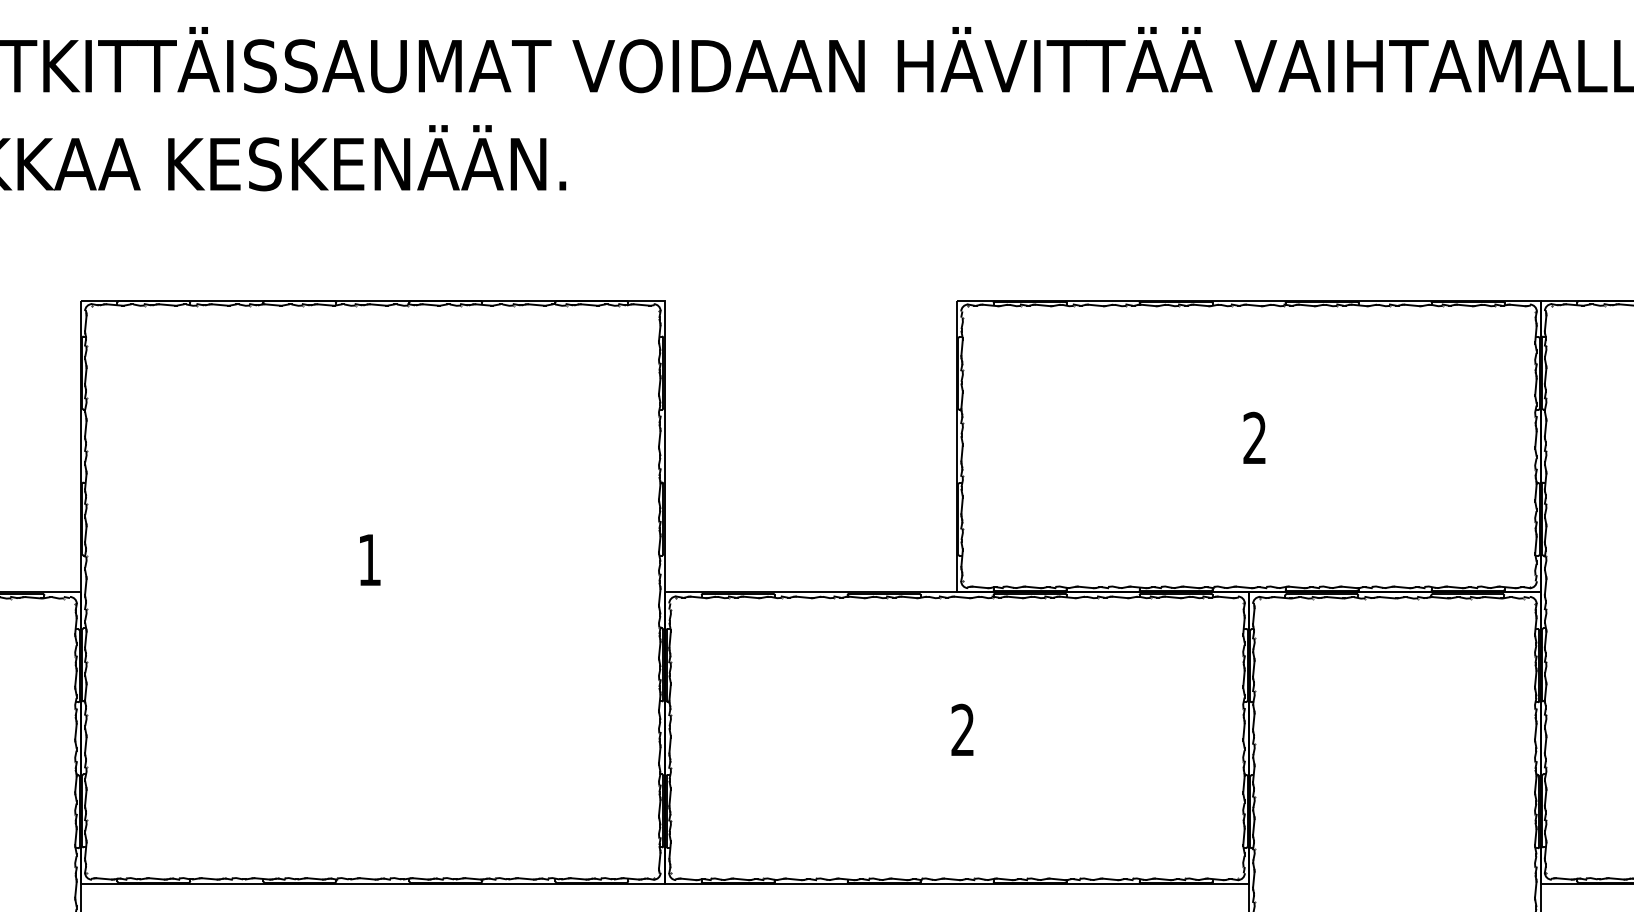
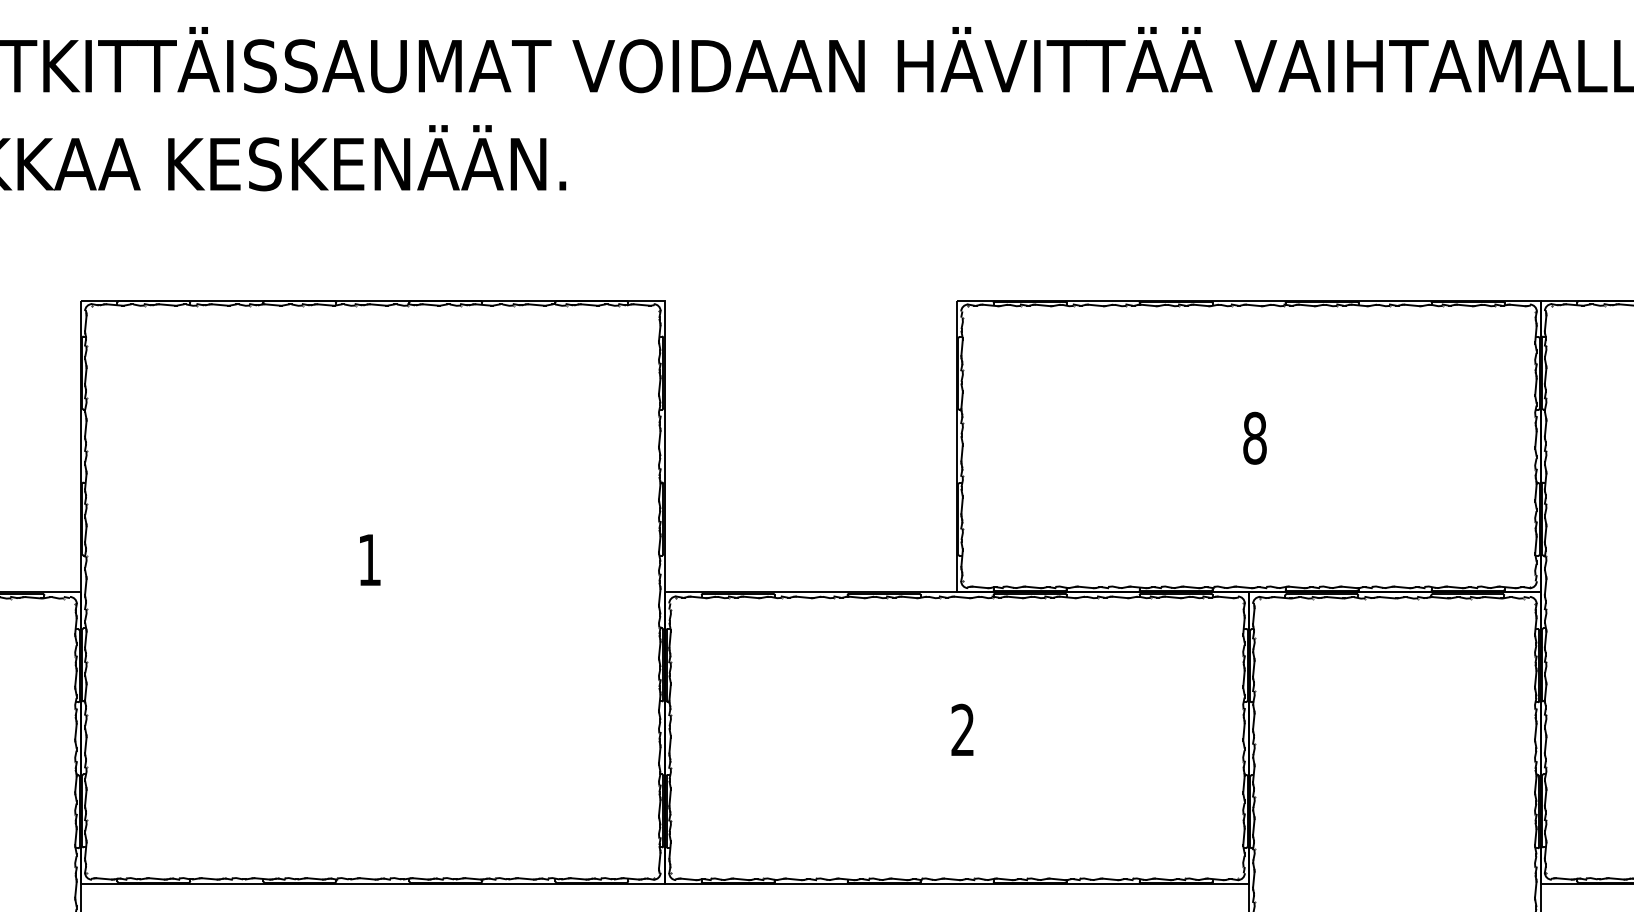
text at (1254, 437): 2 -> 8
